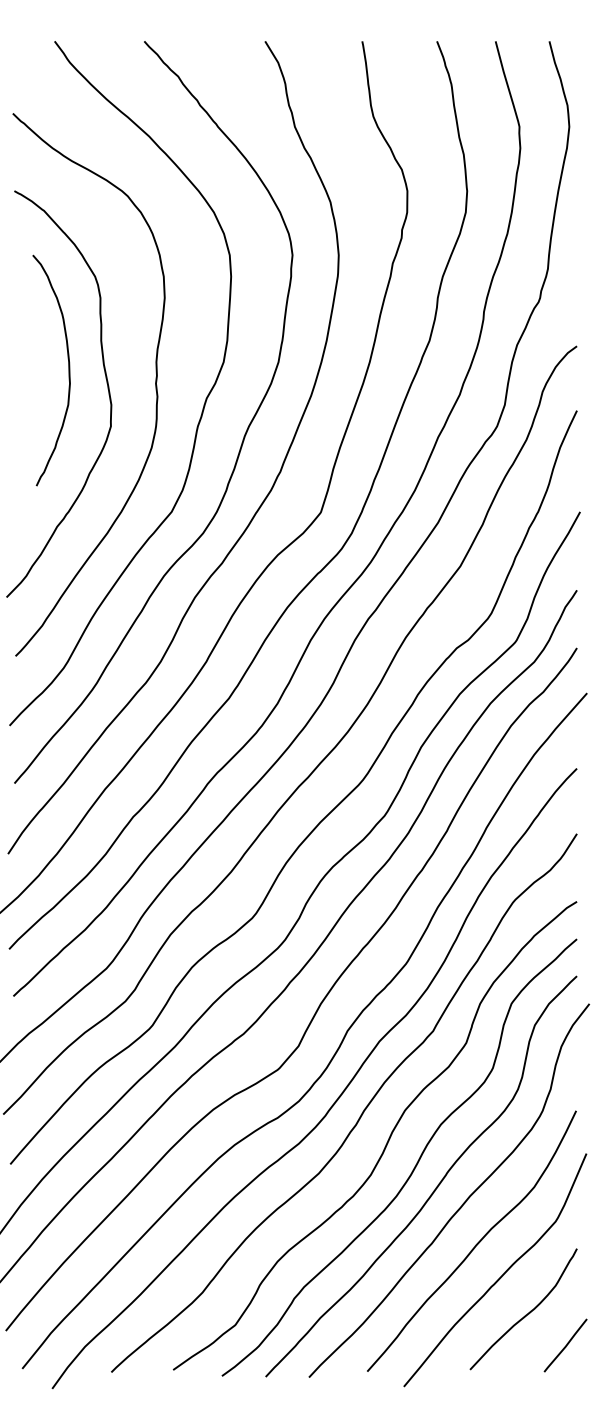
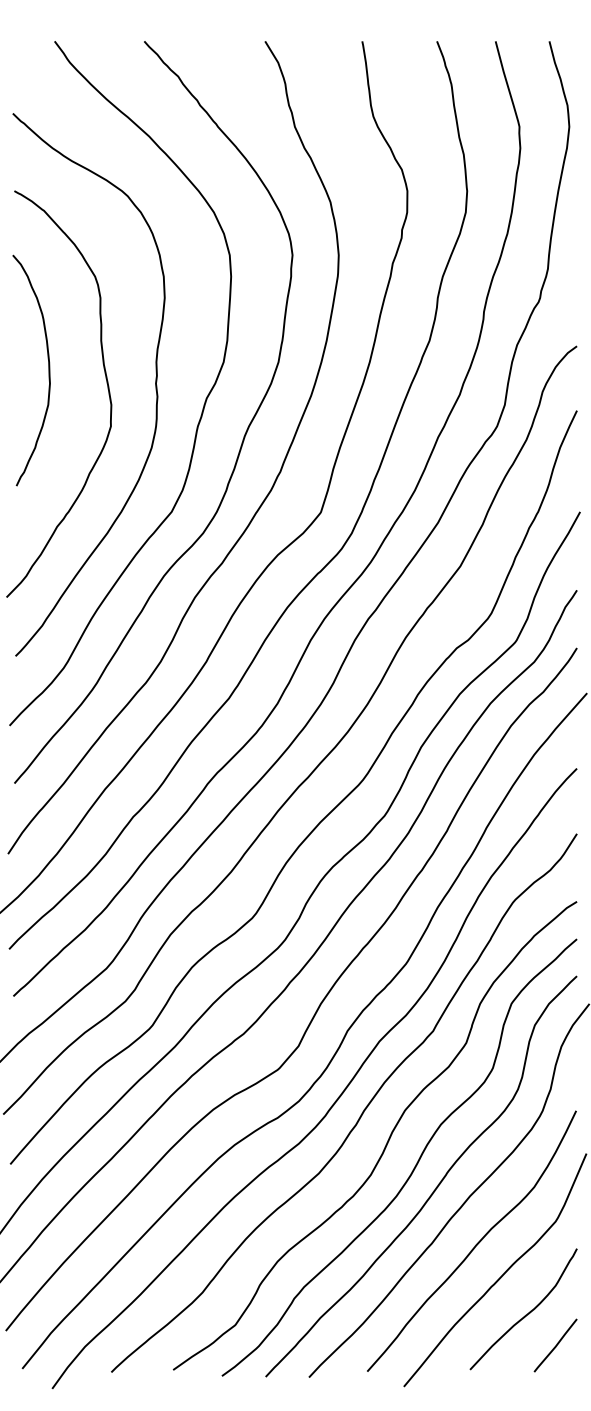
curve at (68, 370) position: (68, 370) -> (48, 370)
line at (565, 1345) position: (565, 1345) -> (555, 1345)
